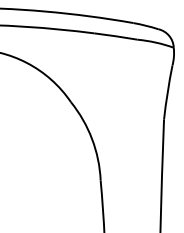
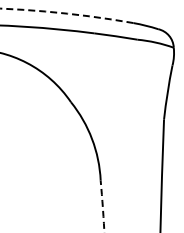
arc at (67, 13): solid -> dashed
arc at (102, 207): solid -> dashed
